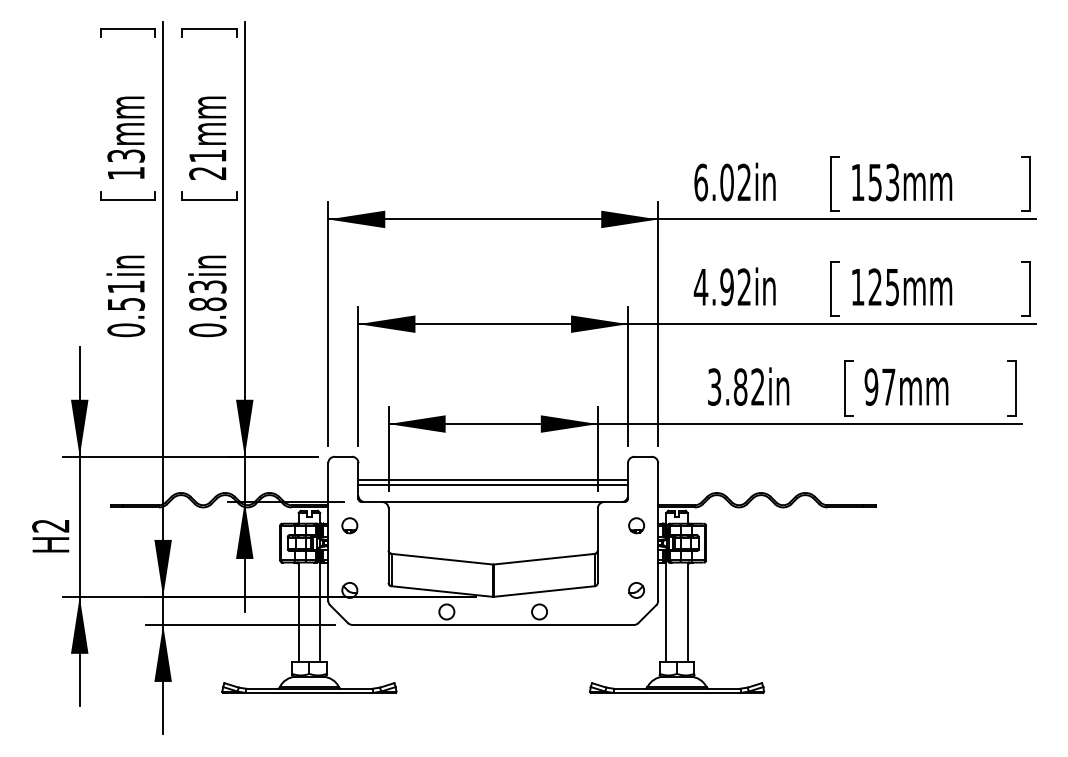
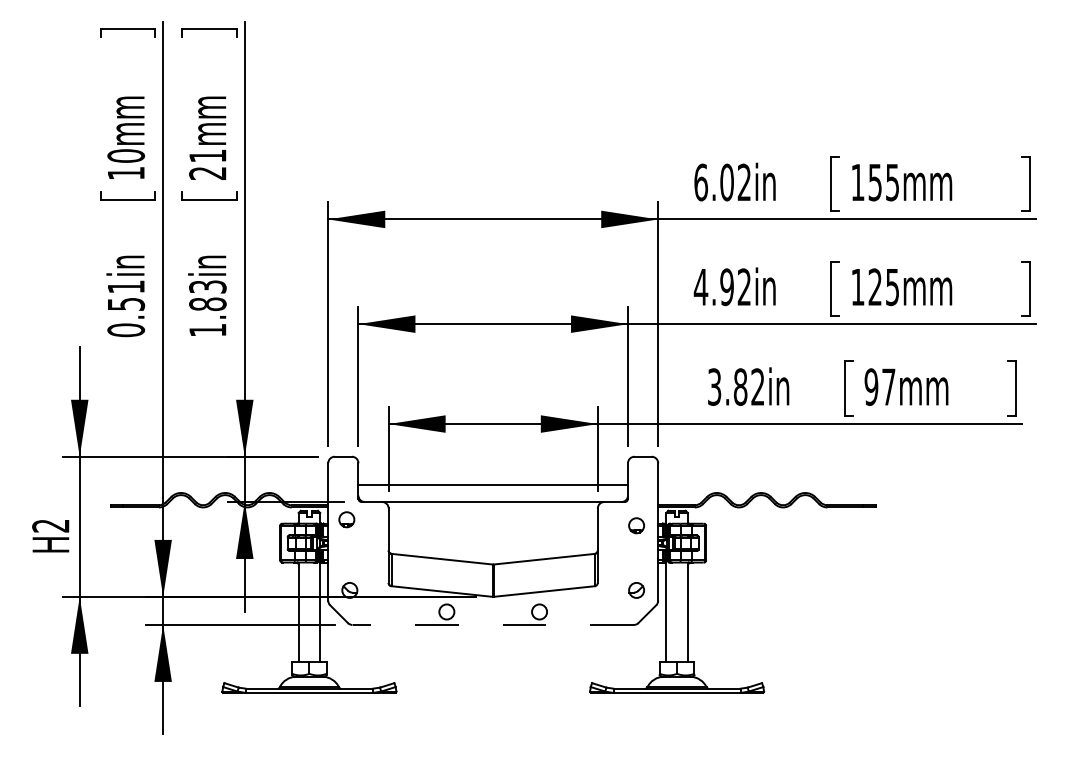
text at (126, 155): 13mm -> 10mm
text at (892, 181): 153mm -> 155mm
text at (207, 330): 0.83in -> 1.83in
line at (492, 480): present -> none
part at (349, 525) position: (349, 525) -> (346, 519)
line at (493, 624): solid -> dashed
